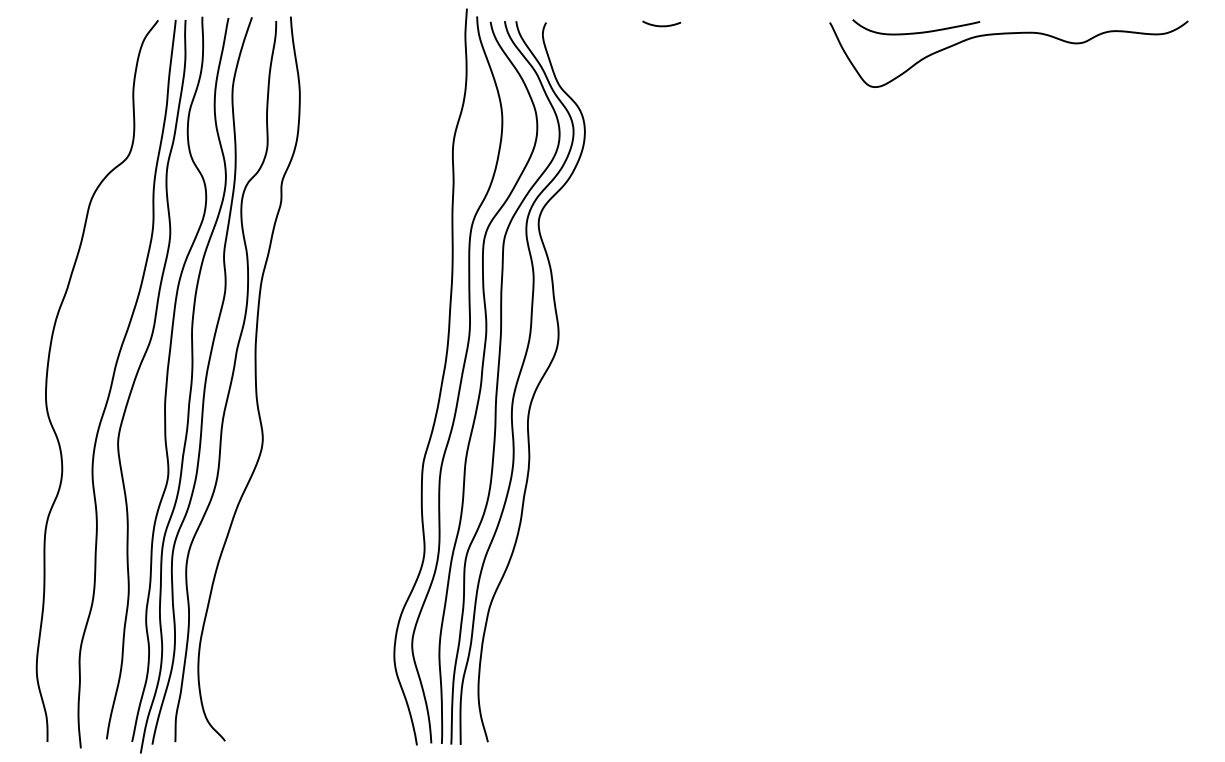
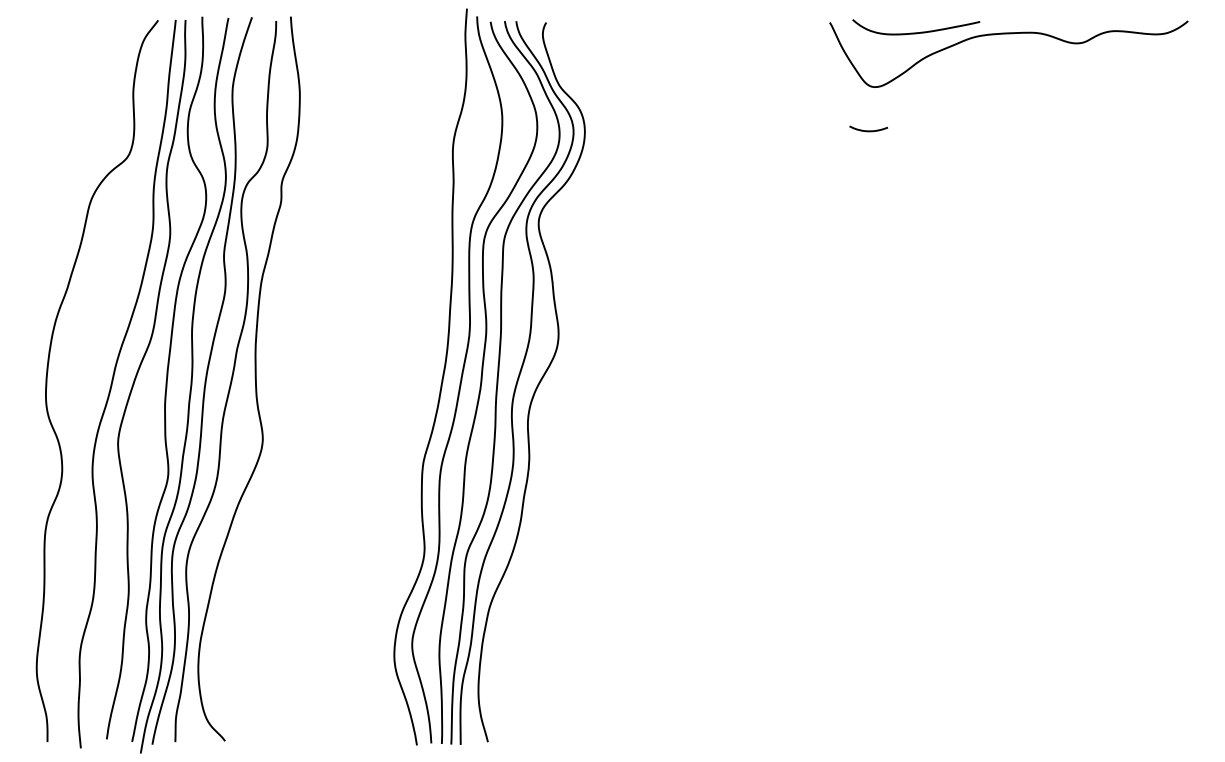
curve at (661, 25) position: (661, 25) -> (868, 130)
